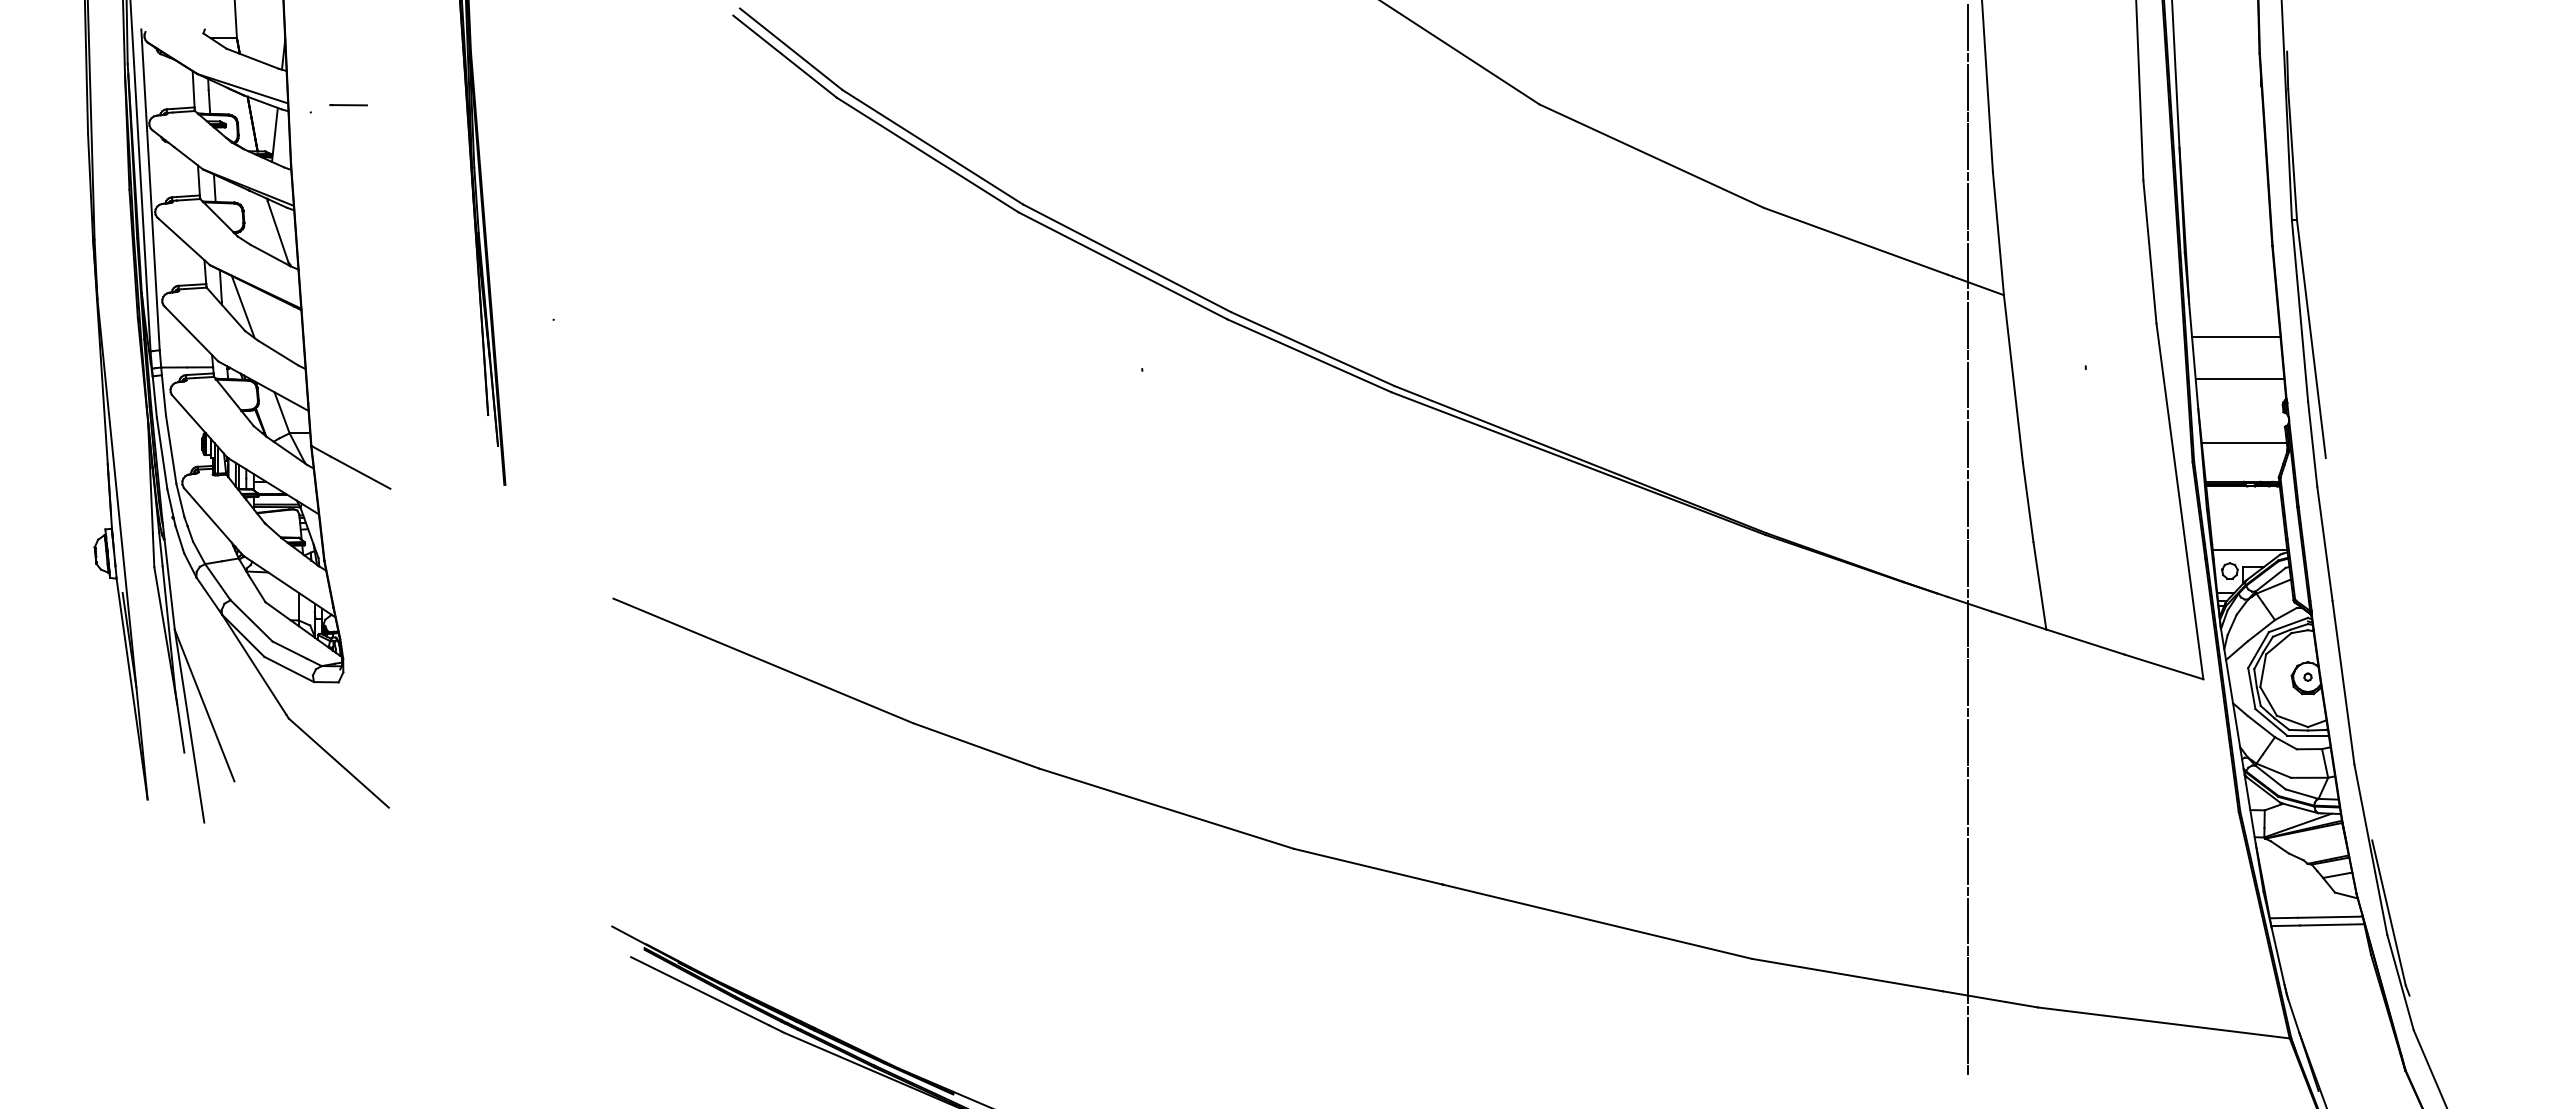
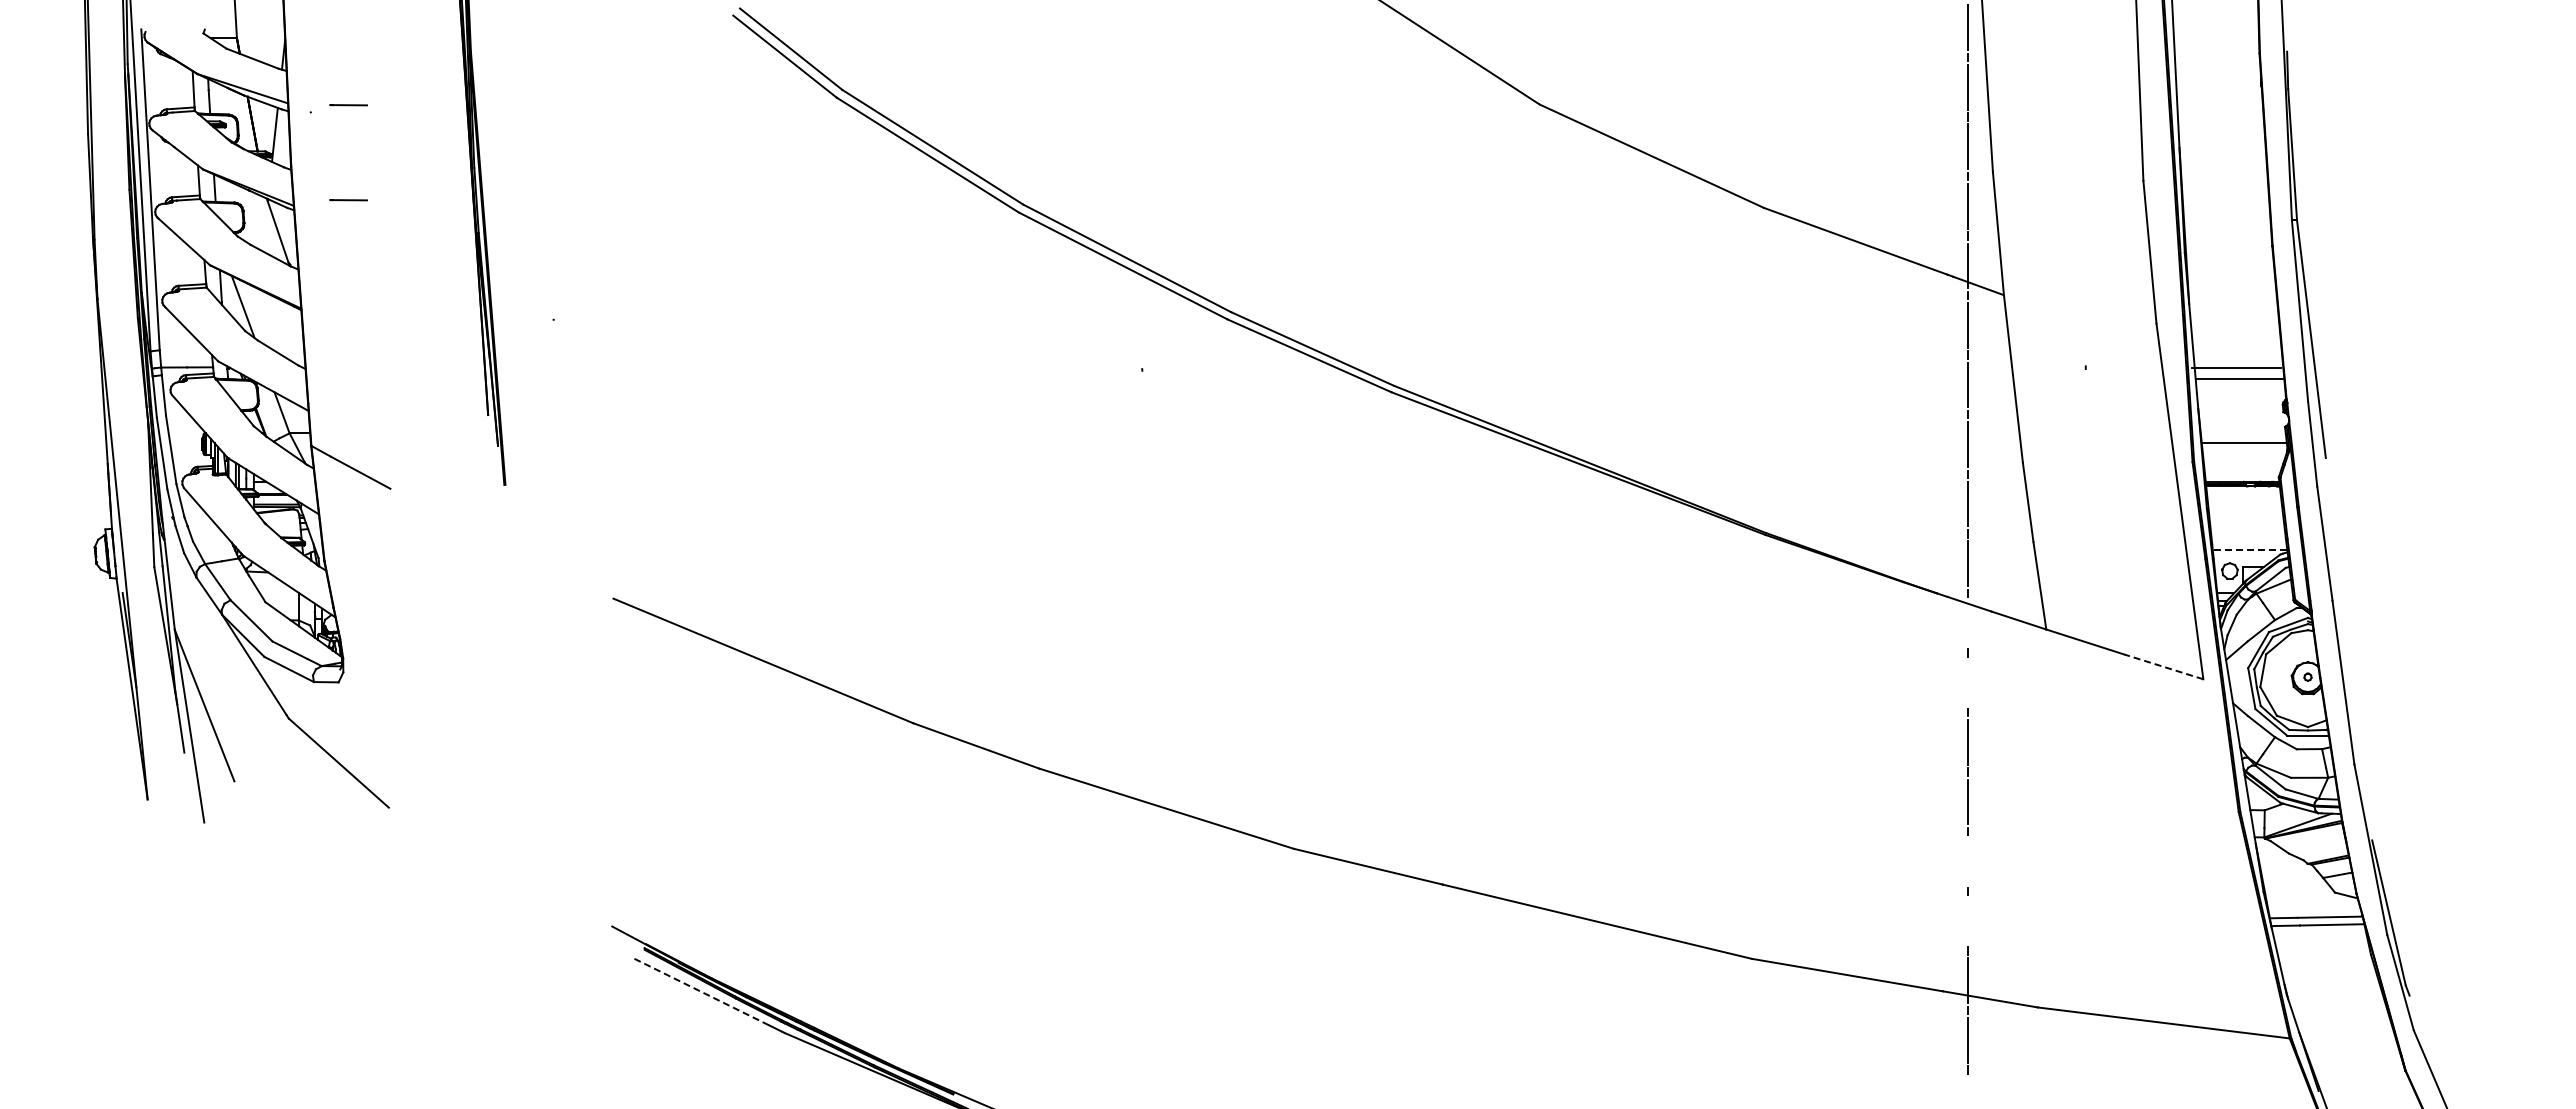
line at (348, 200): none -> present
line at (2236, 337) position: (2236, 337) -> (2236, 368)
line at (2249, 549): solid -> dashed
line at (1968, 622): present -> none
line at (2163, 666): solid -> dashed
line at (1968, 682): present -> none
line at (1968, 861): present -> none
line at (1968, 920): present -> none
line at (700, 991): solid -> dashed
